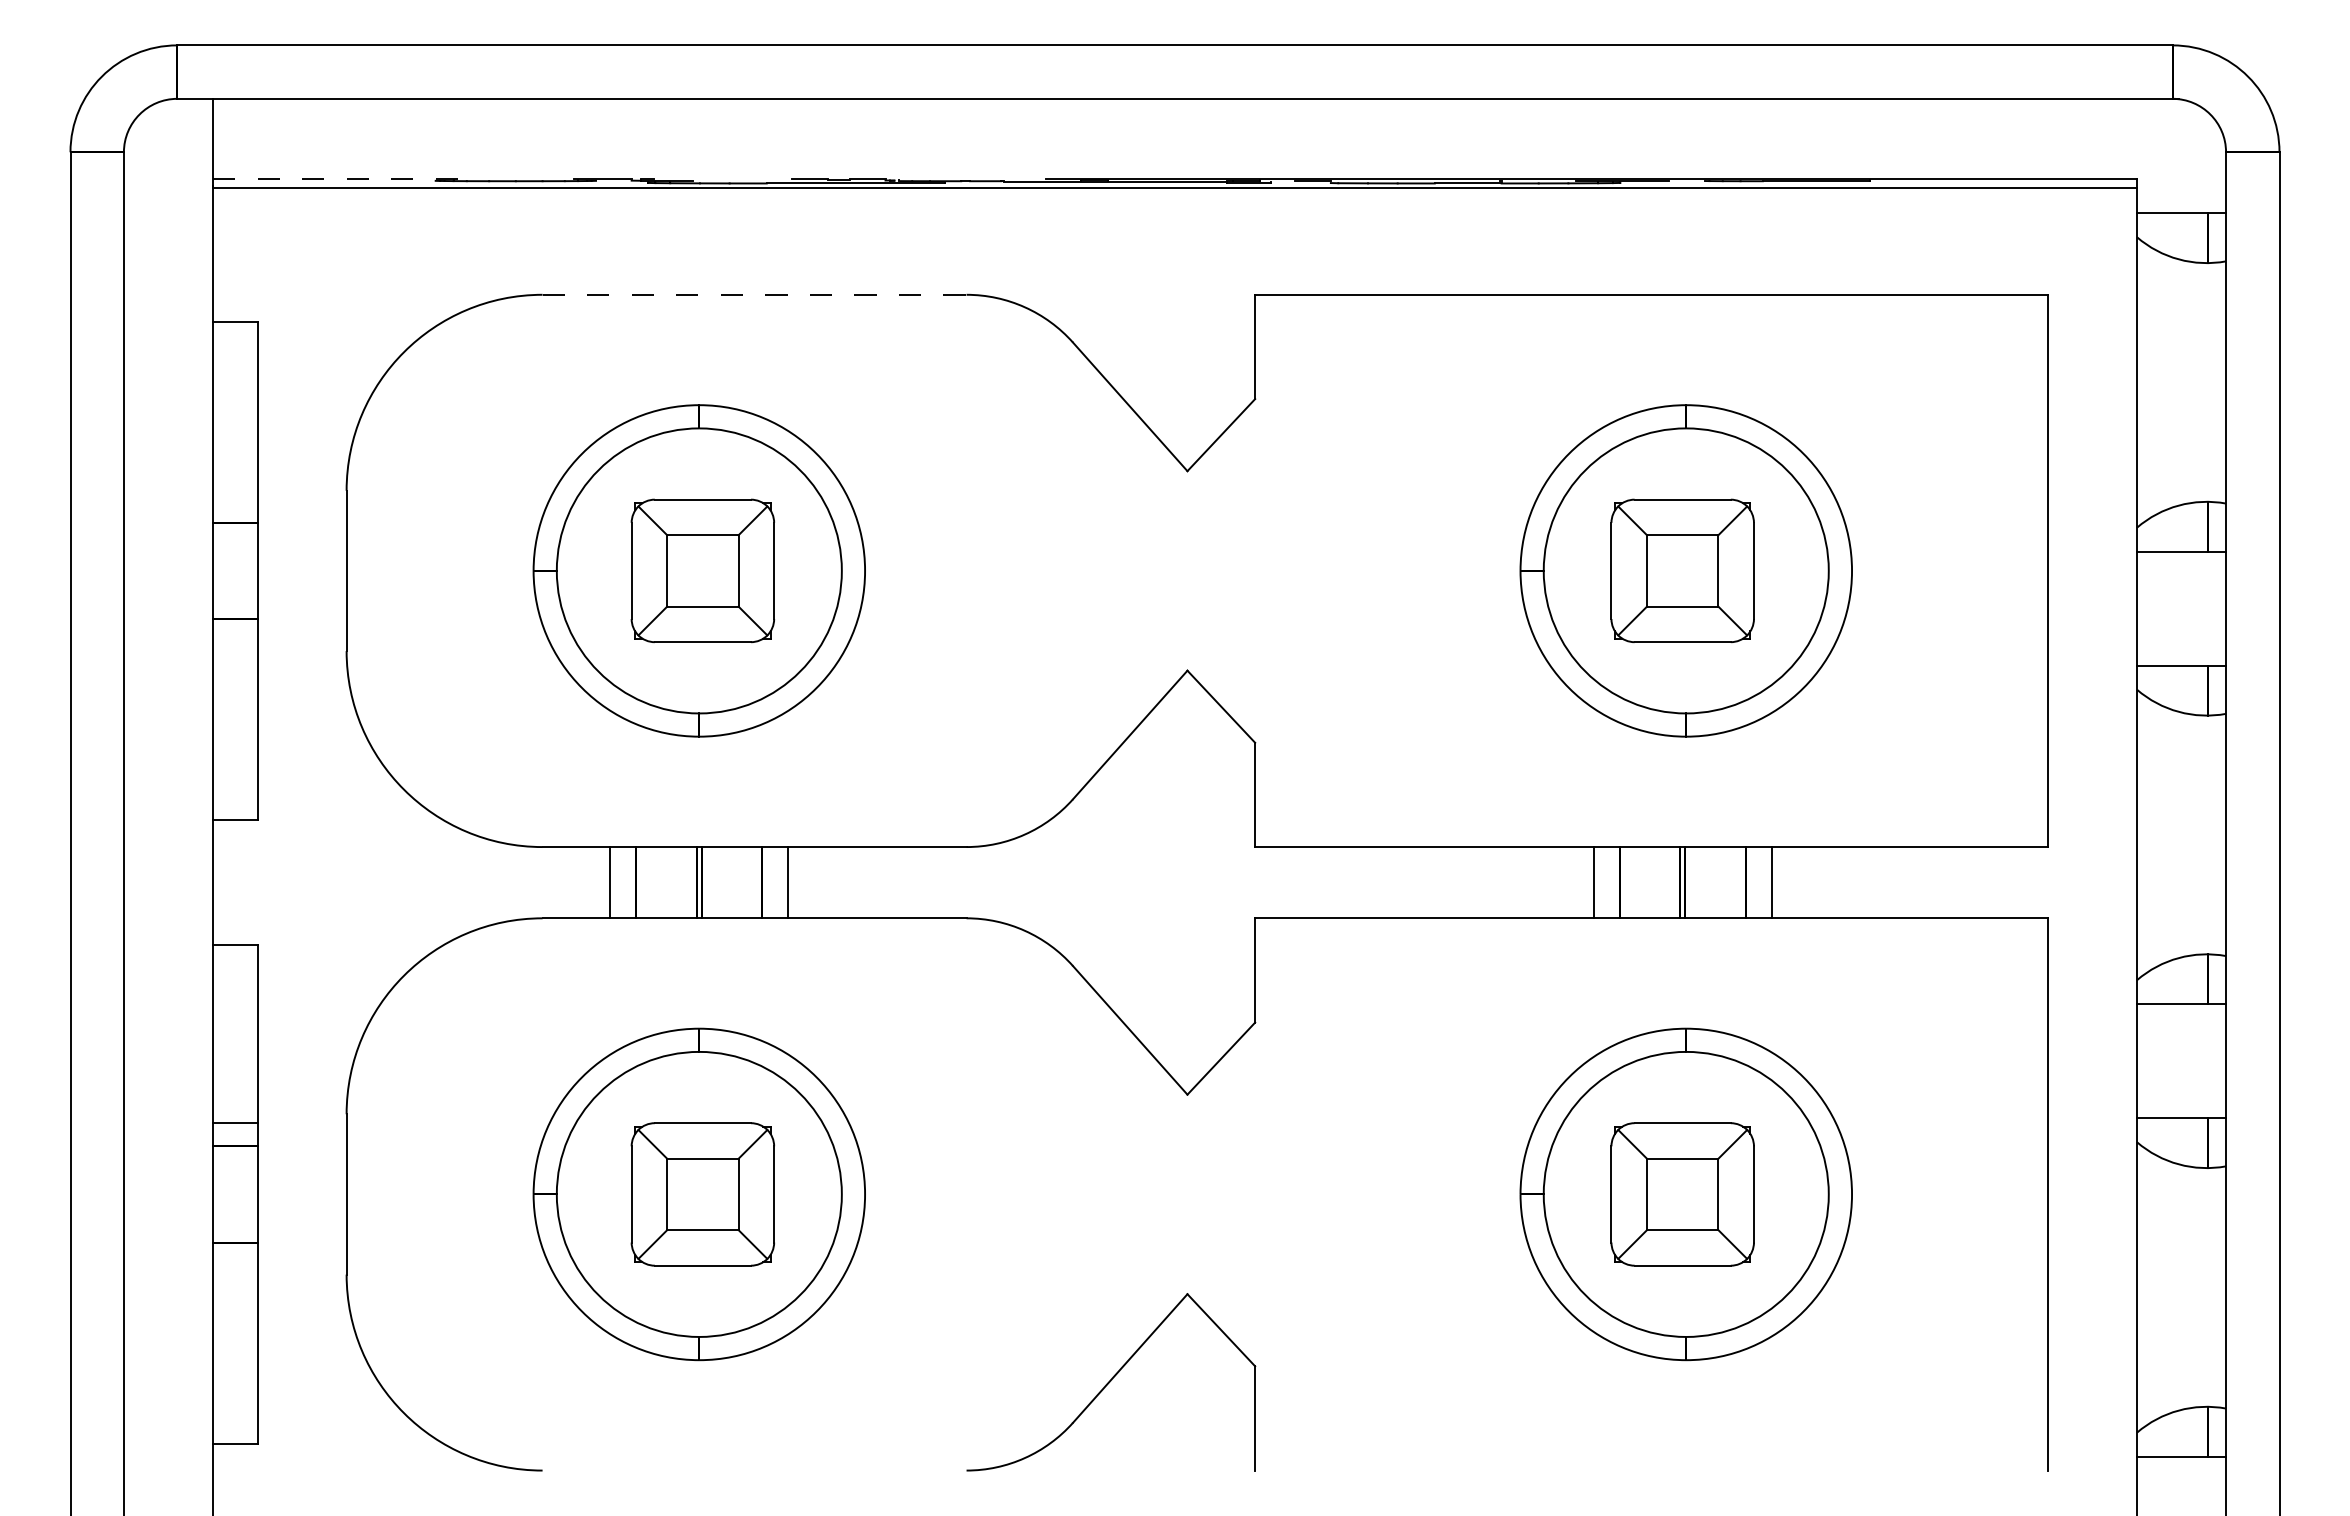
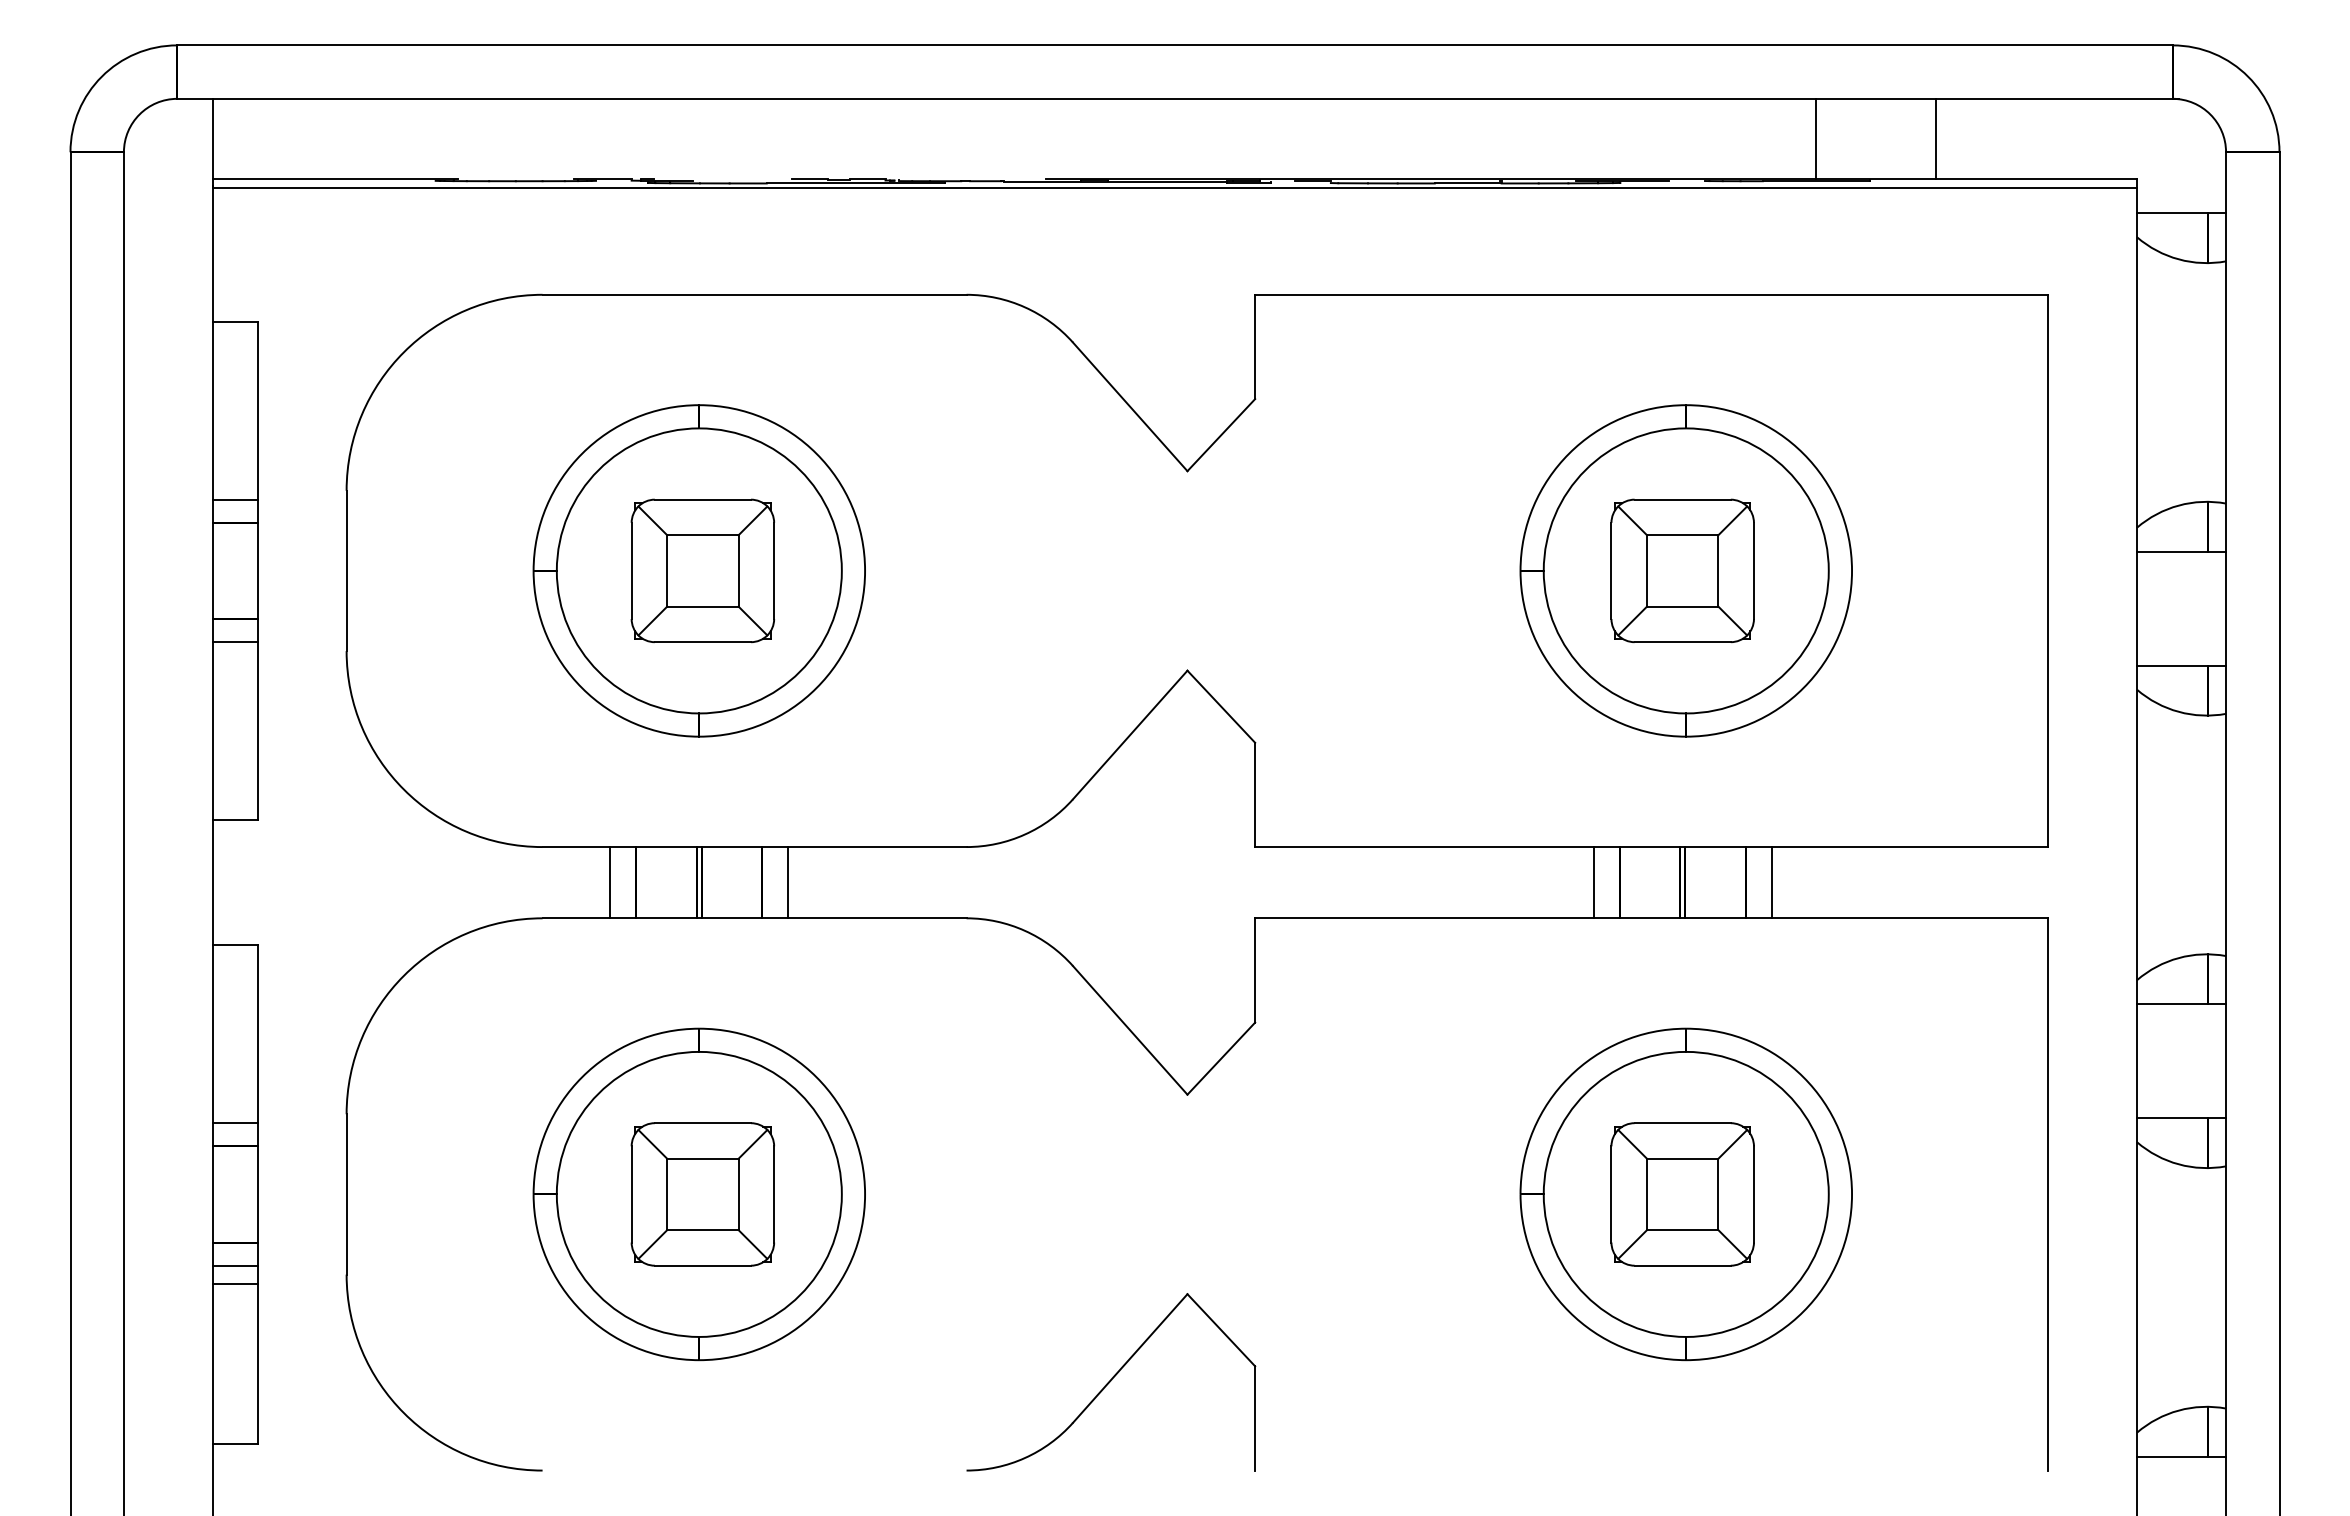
line at (1816, 138): none -> present
line at (1936, 138): none -> present
line at (335, 179): dashed -> solid
line at (754, 294): dashed -> solid
line at (235, 499): none -> present
line at (235, 642): none -> present
line at (235, 1265): none -> present
line at (235, 1283): none -> present
